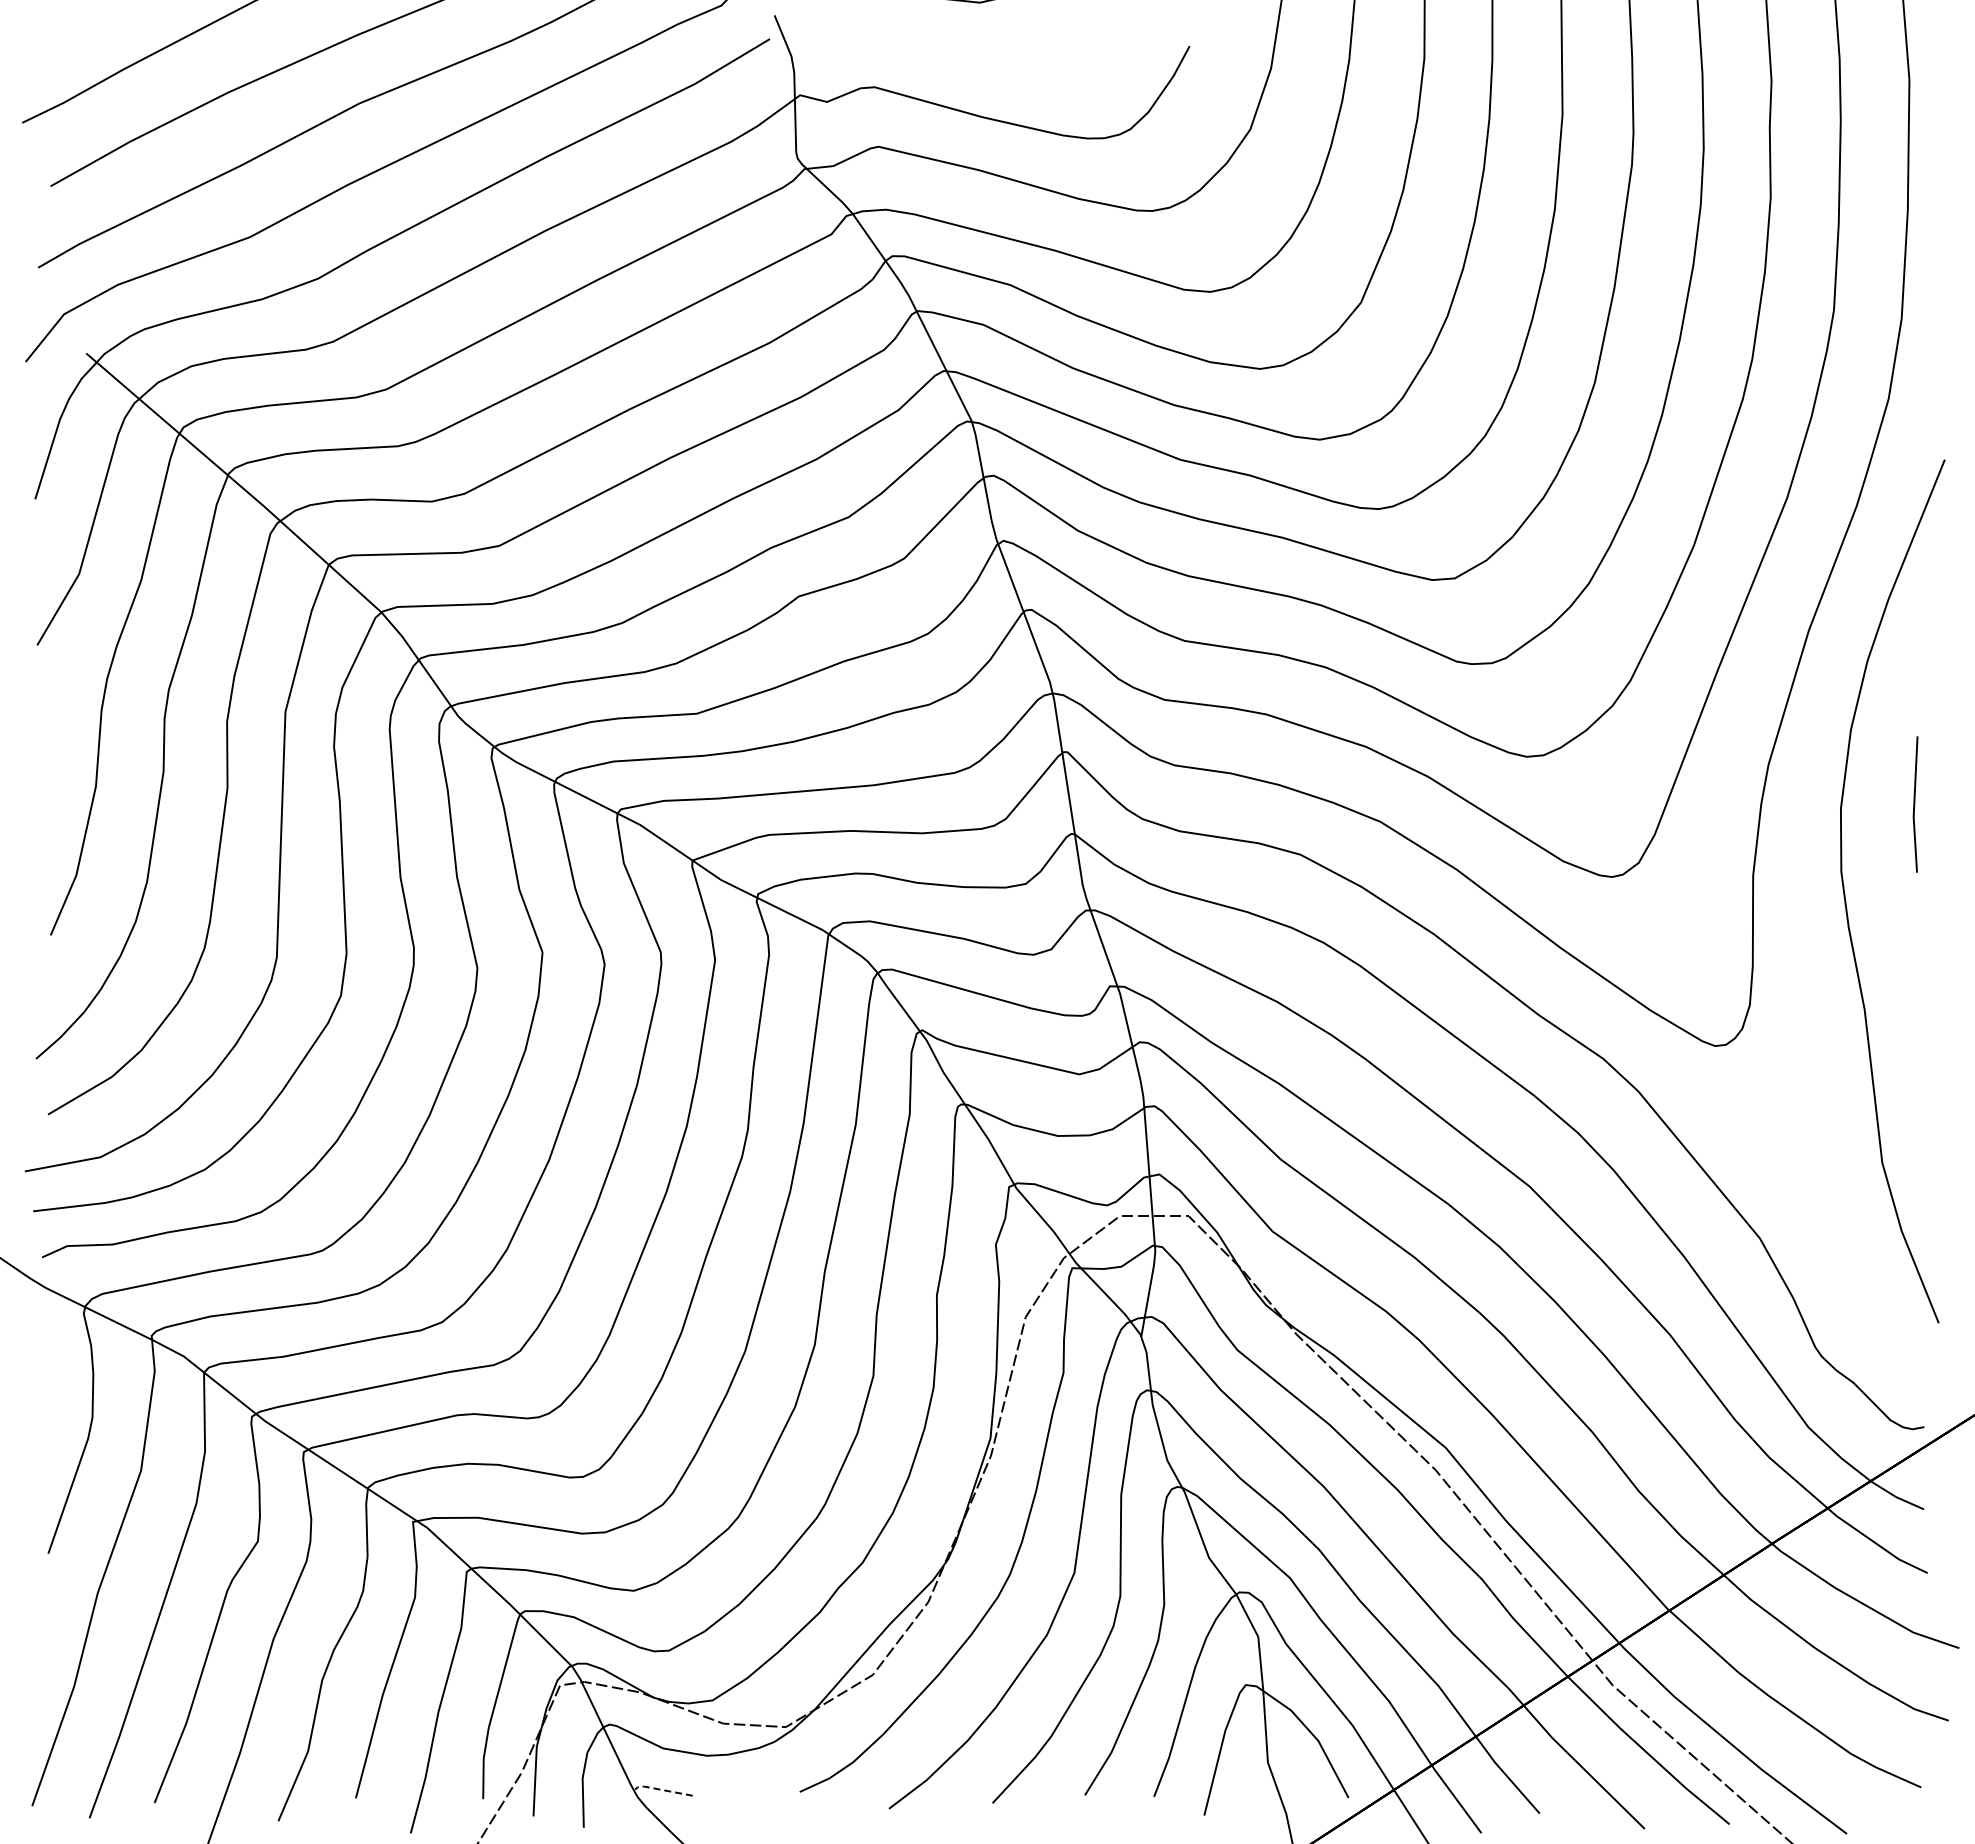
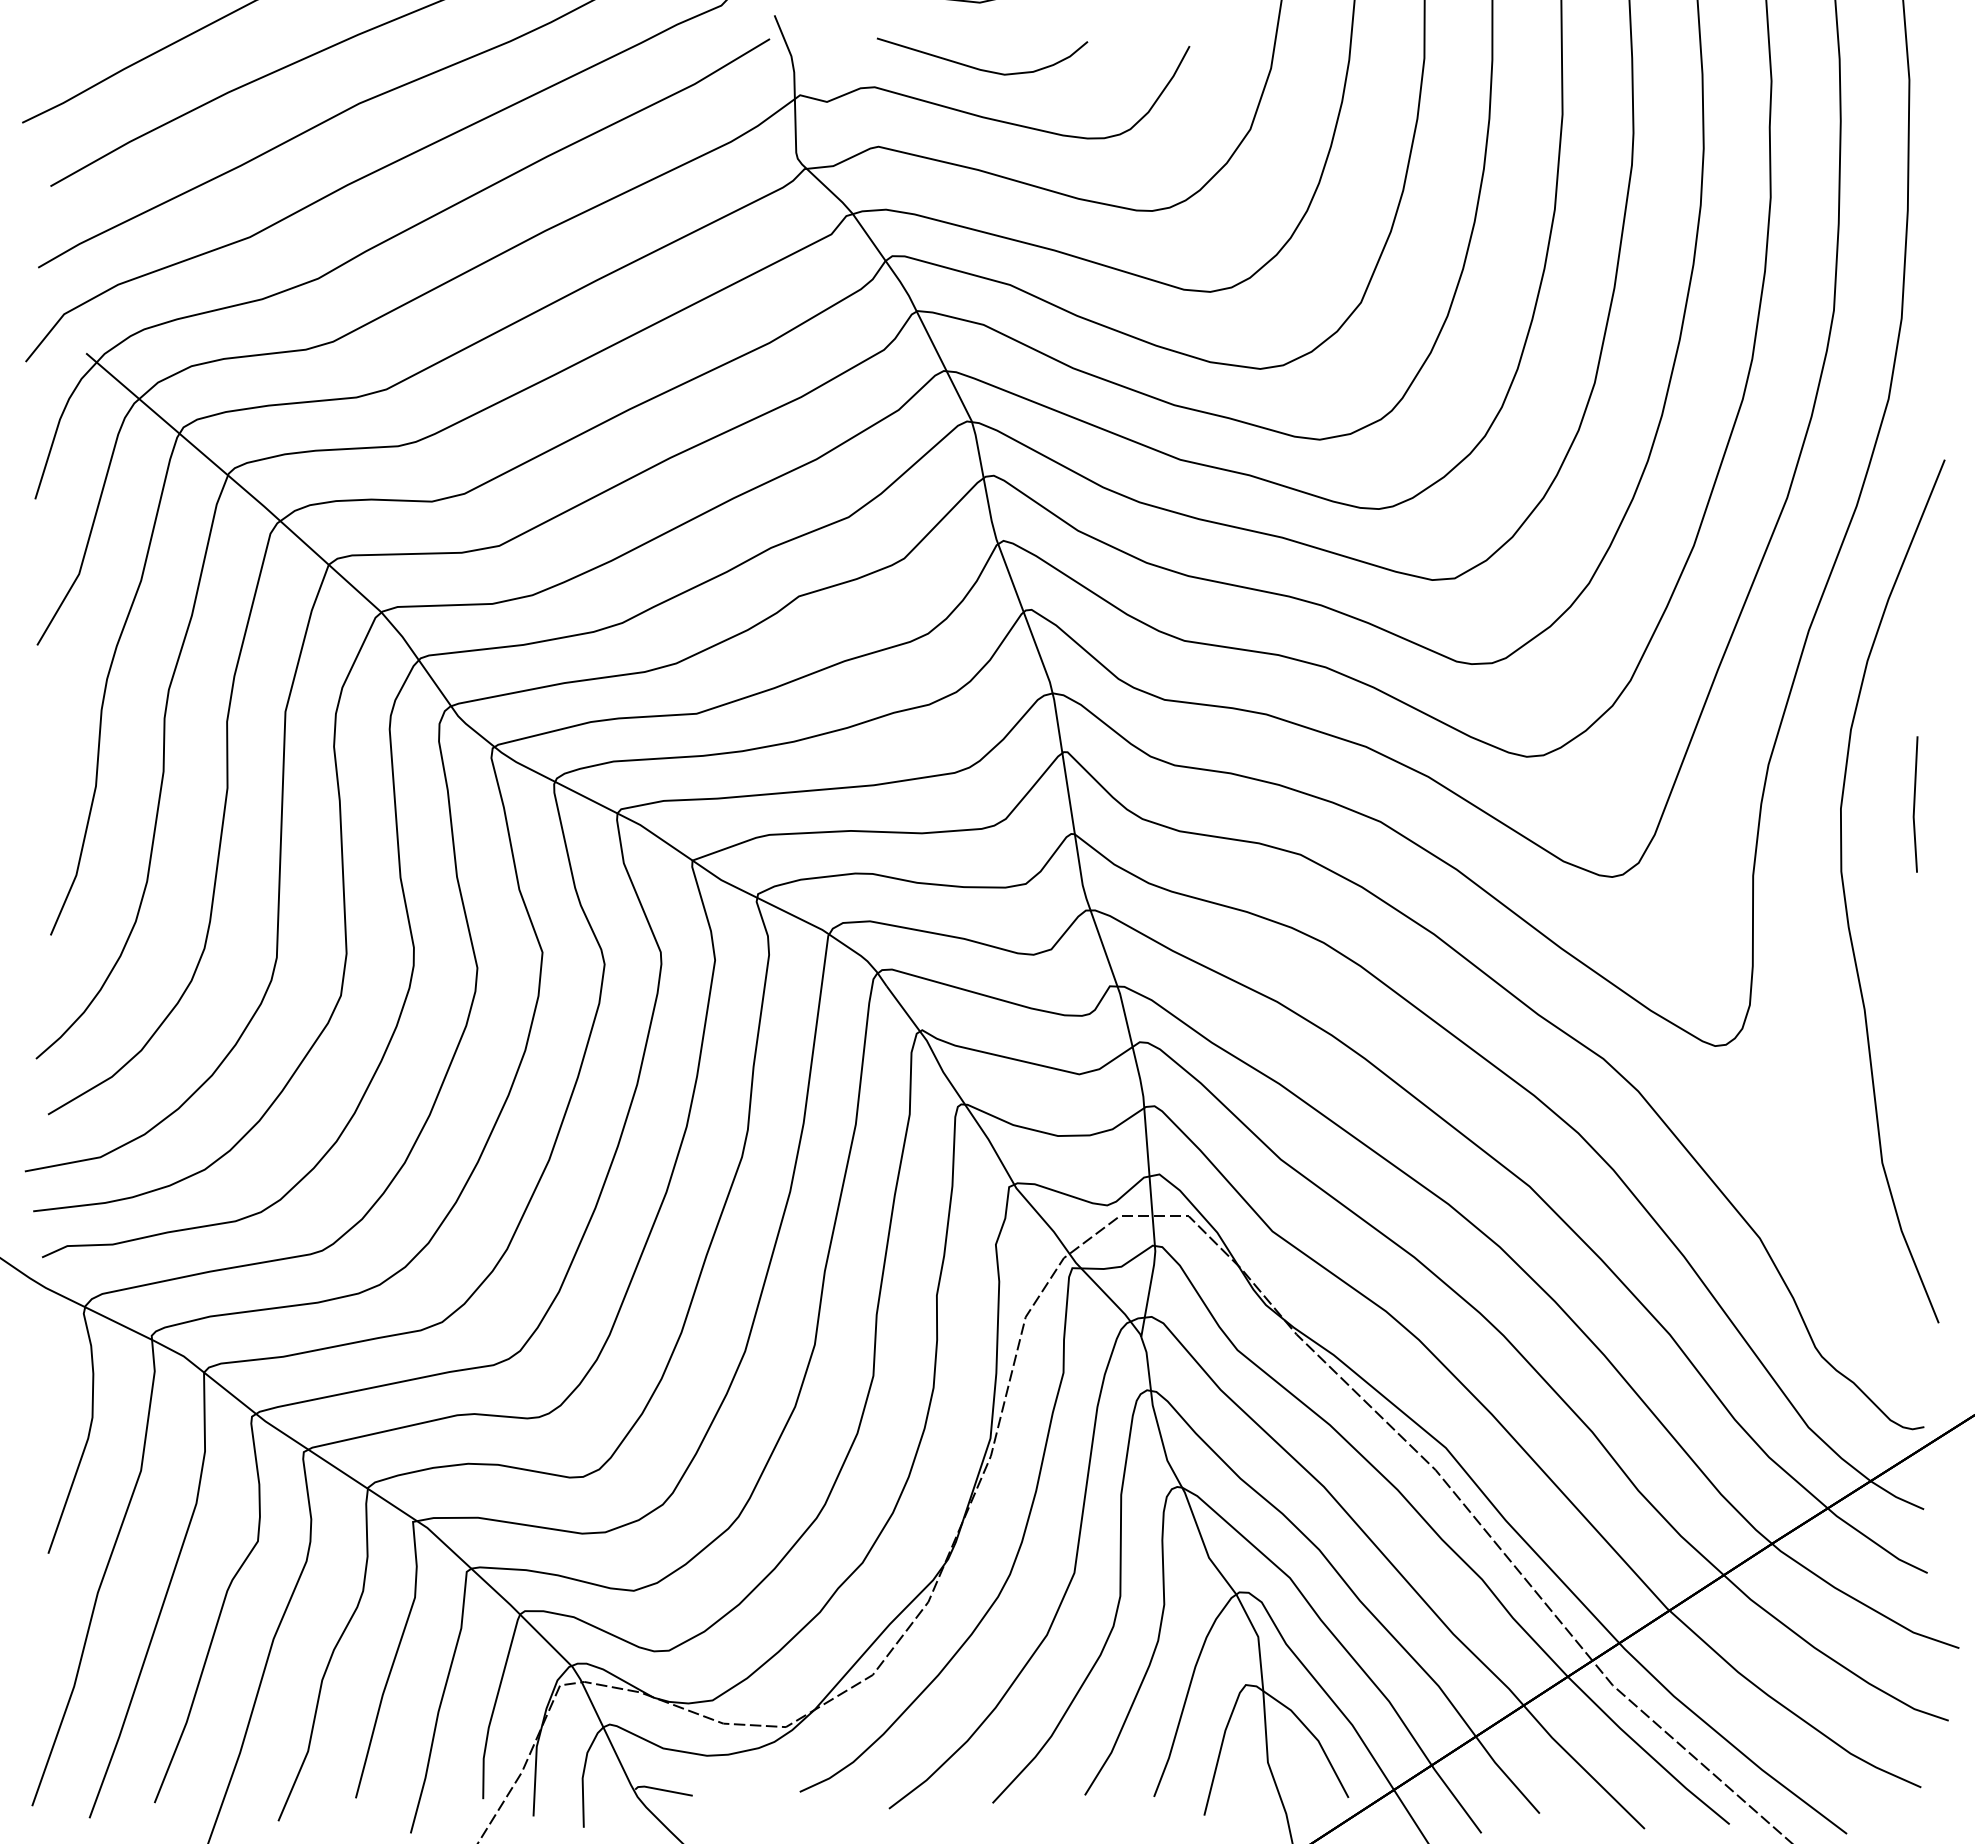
curve at (979, 68): none -> present
line at (661, 1789): dashed -> solid
